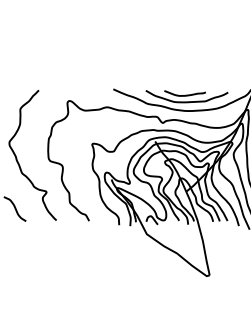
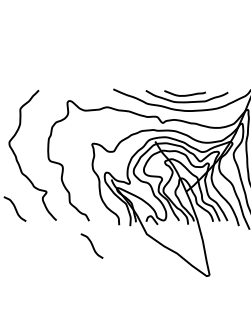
curve at (91, 245): none -> present
